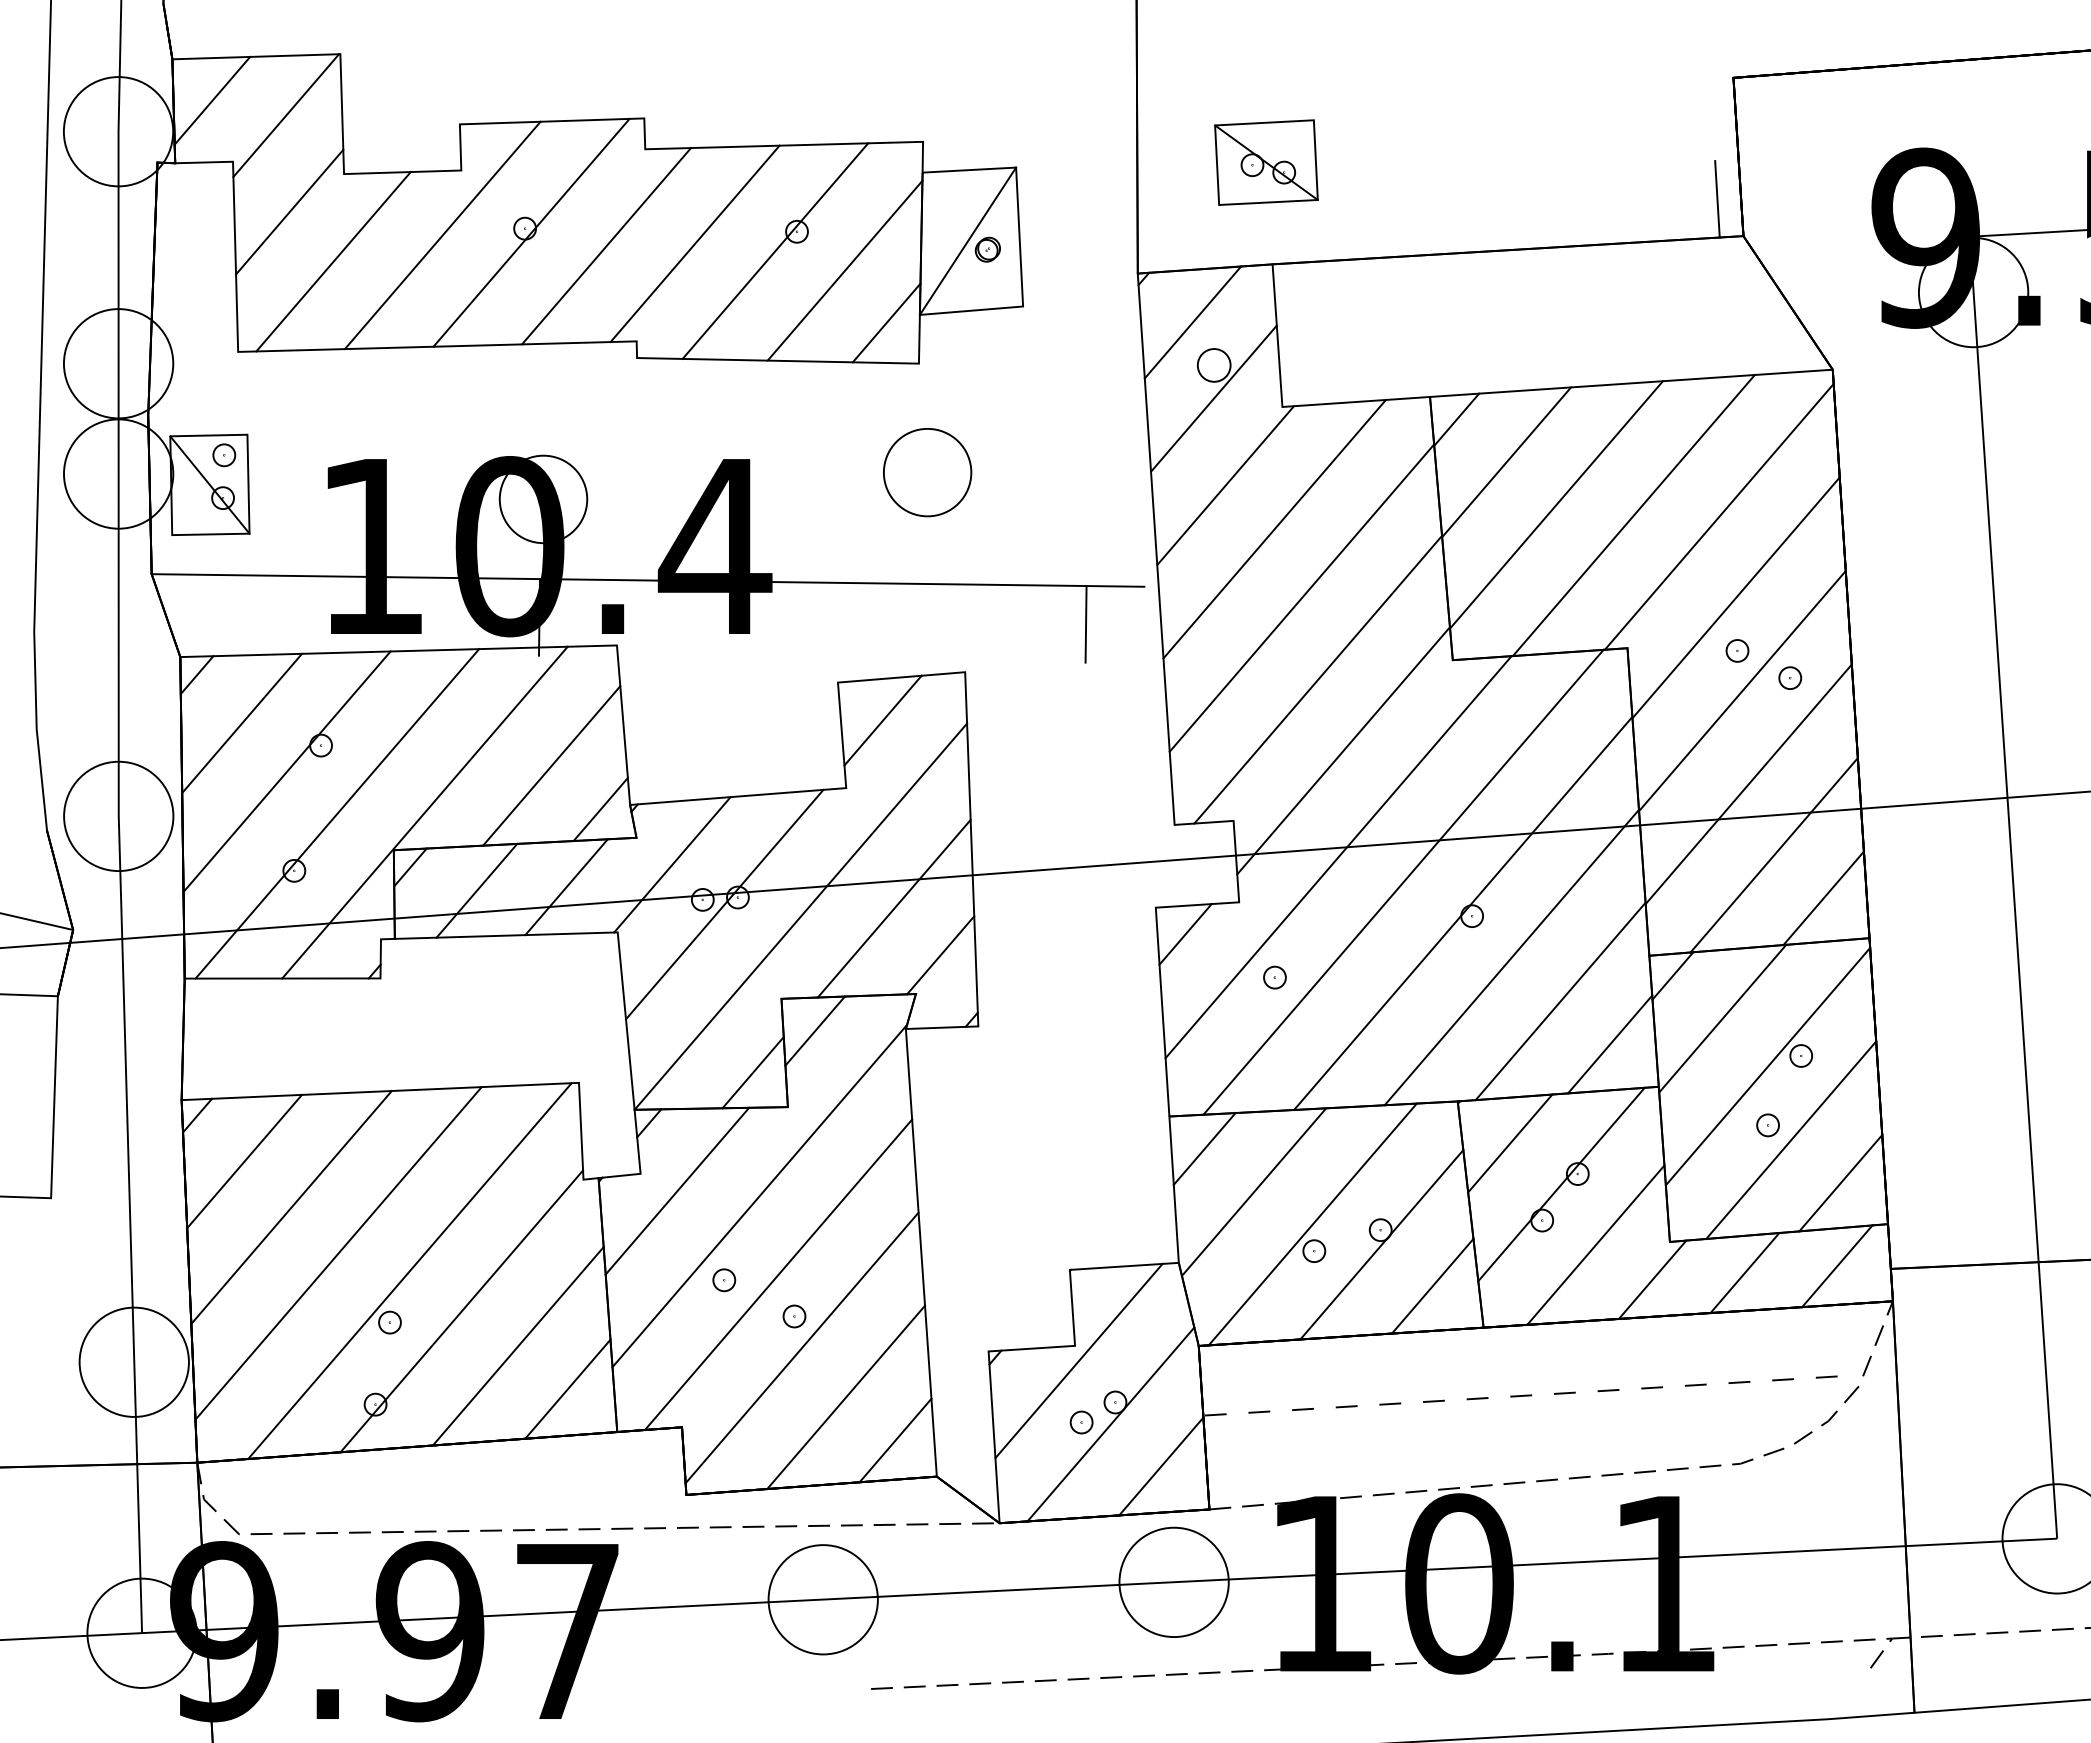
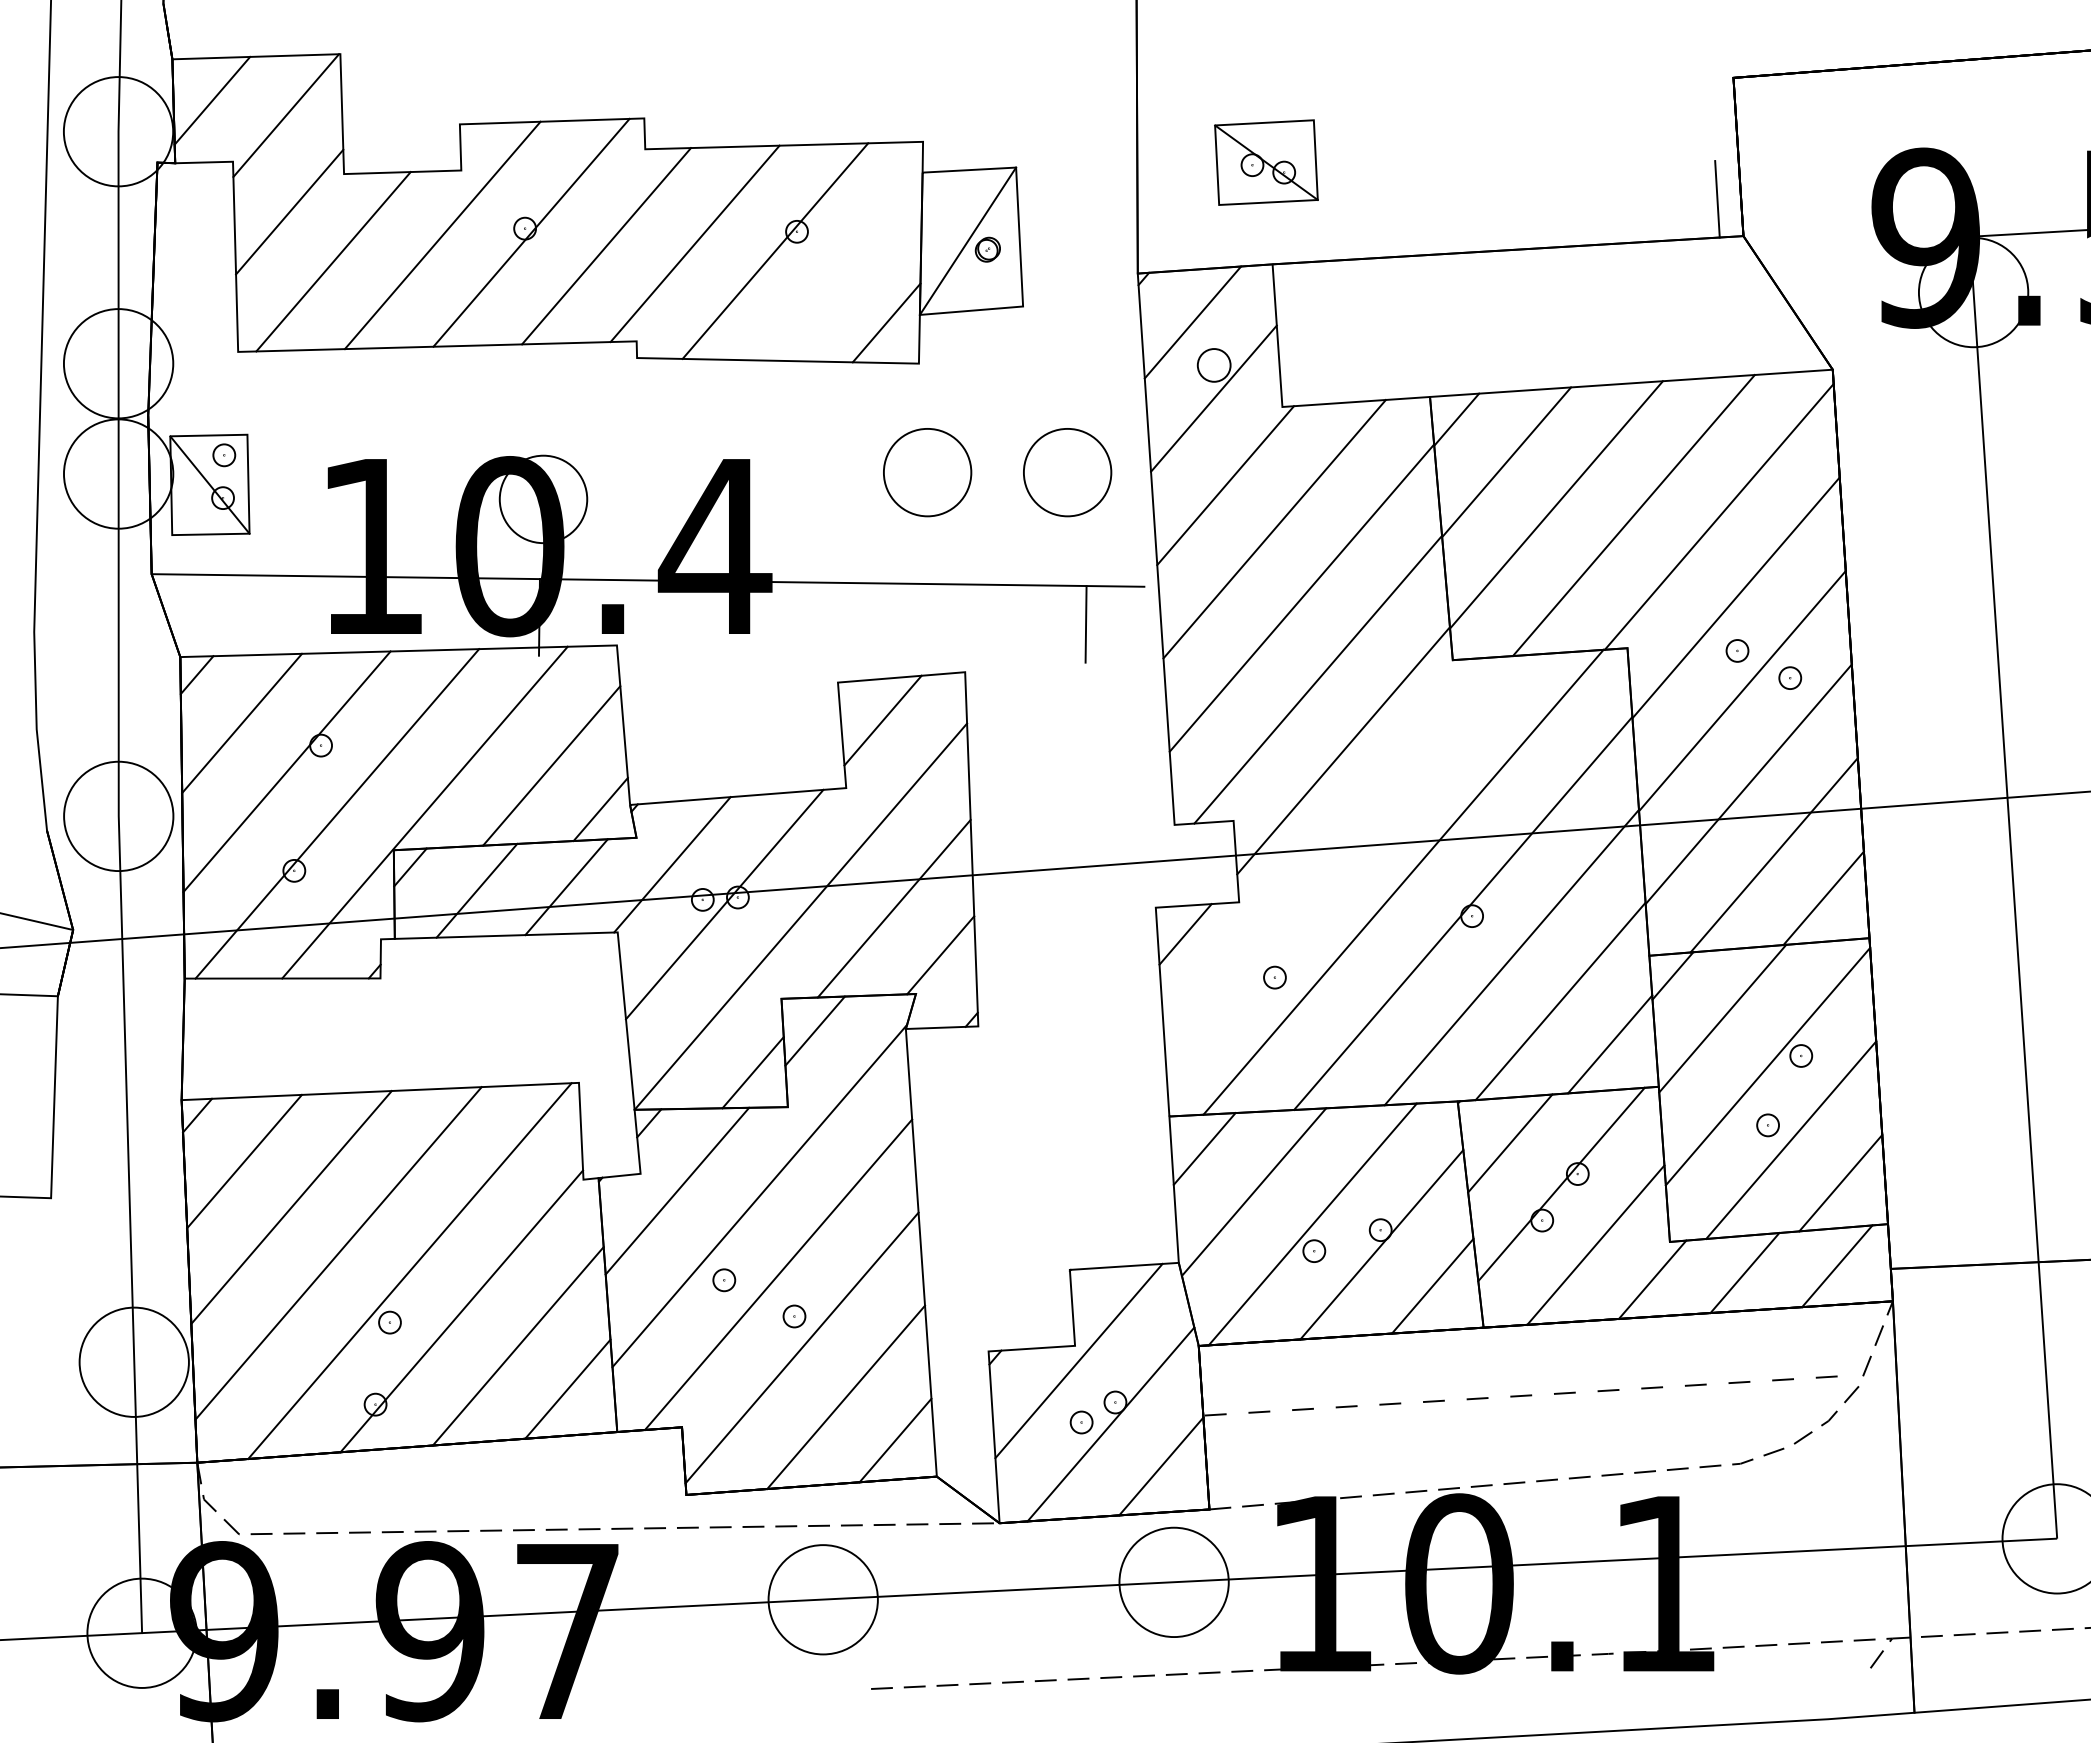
line at (844, 270): present -> none
part at (1067, 472): none -> present
line at (1338, 857): present -> none
